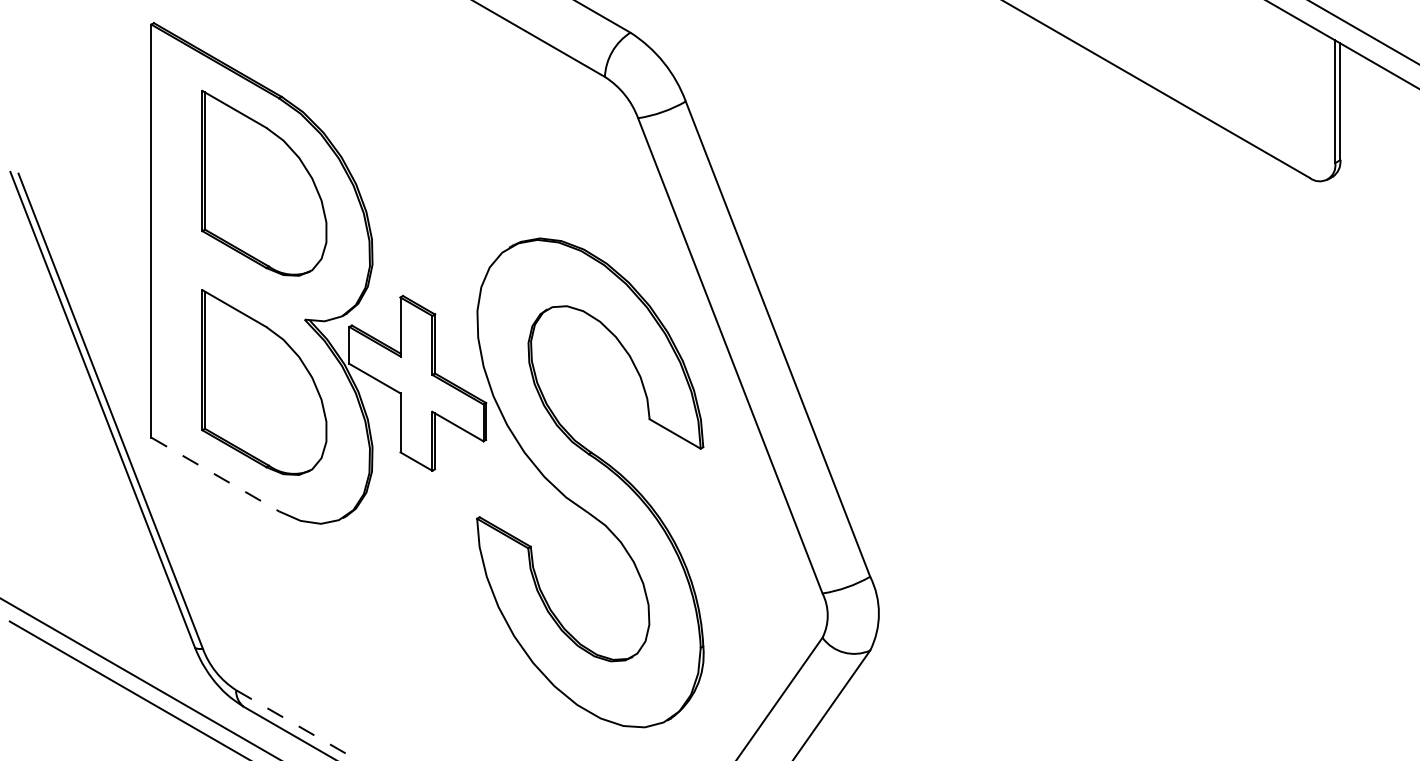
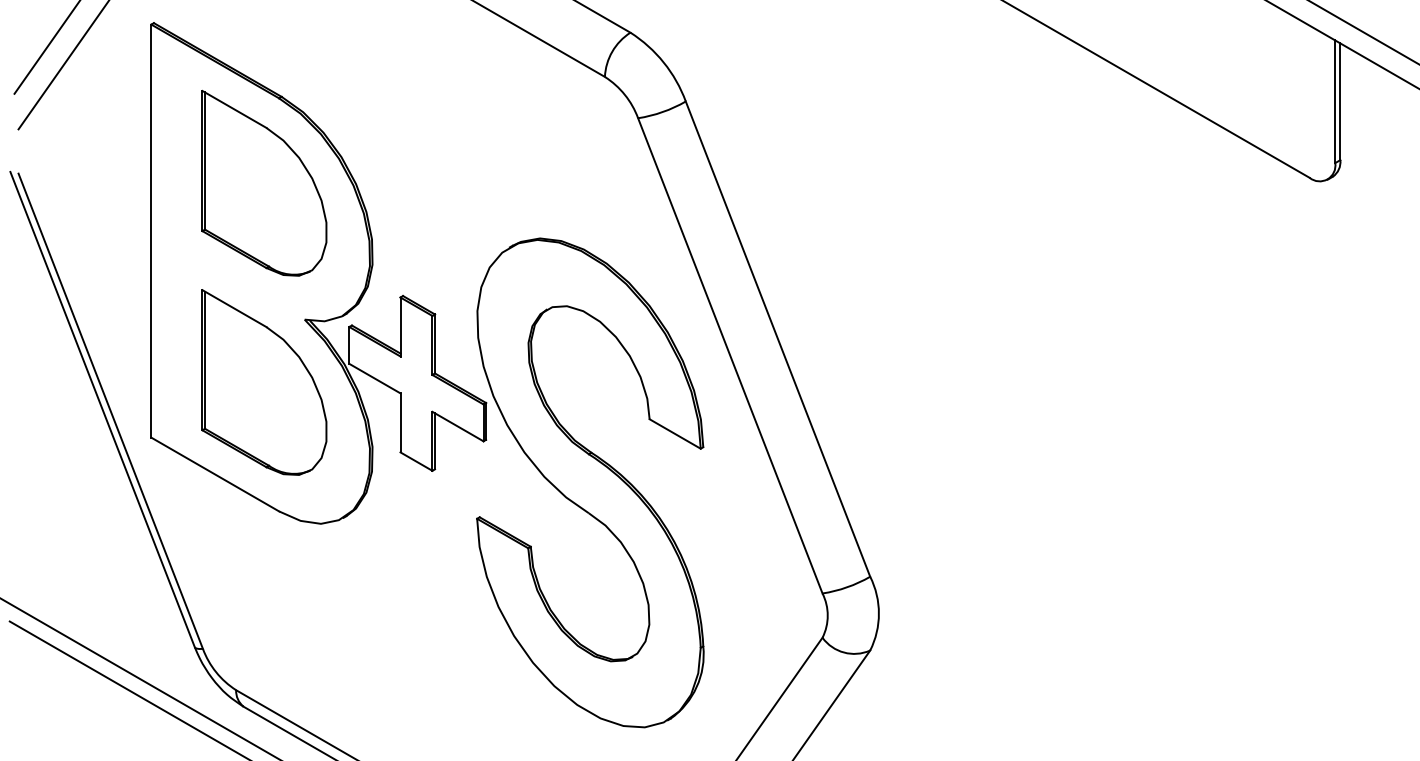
line at (46, 47): none -> present
line at (62, 65): none -> present
line at (215, 474): dashed -> solid
line at (297, 725): dashed -> solid
